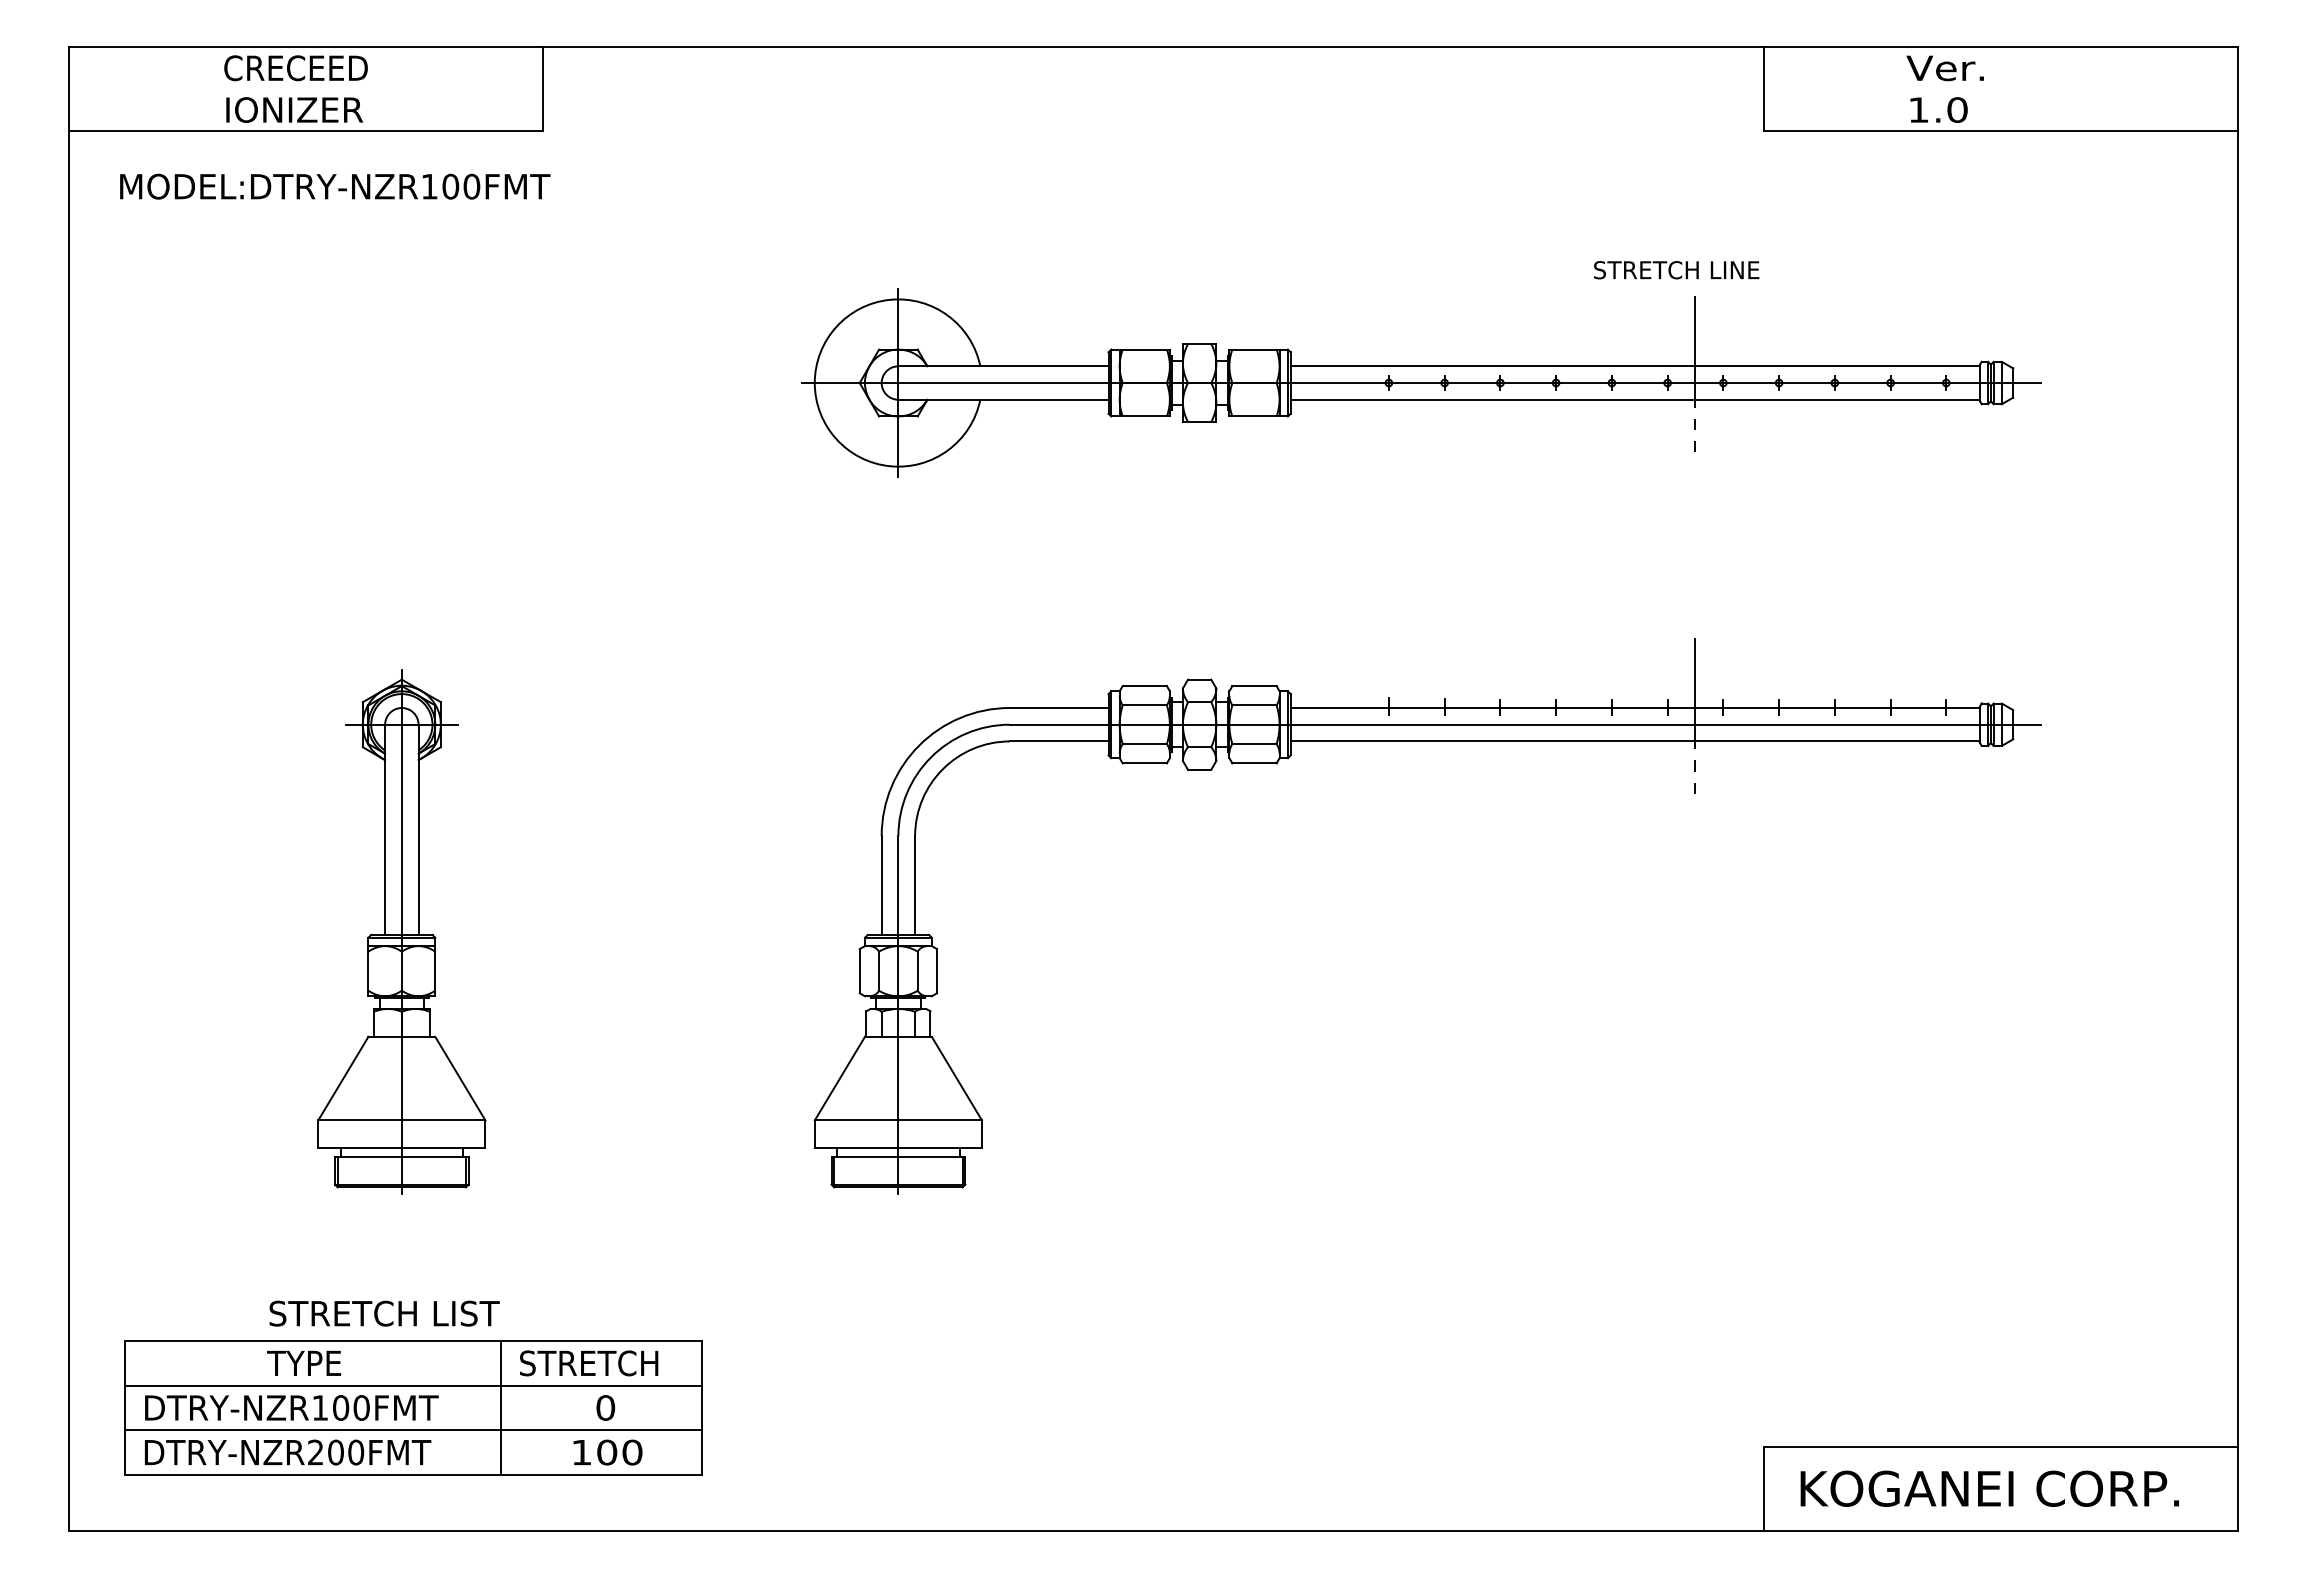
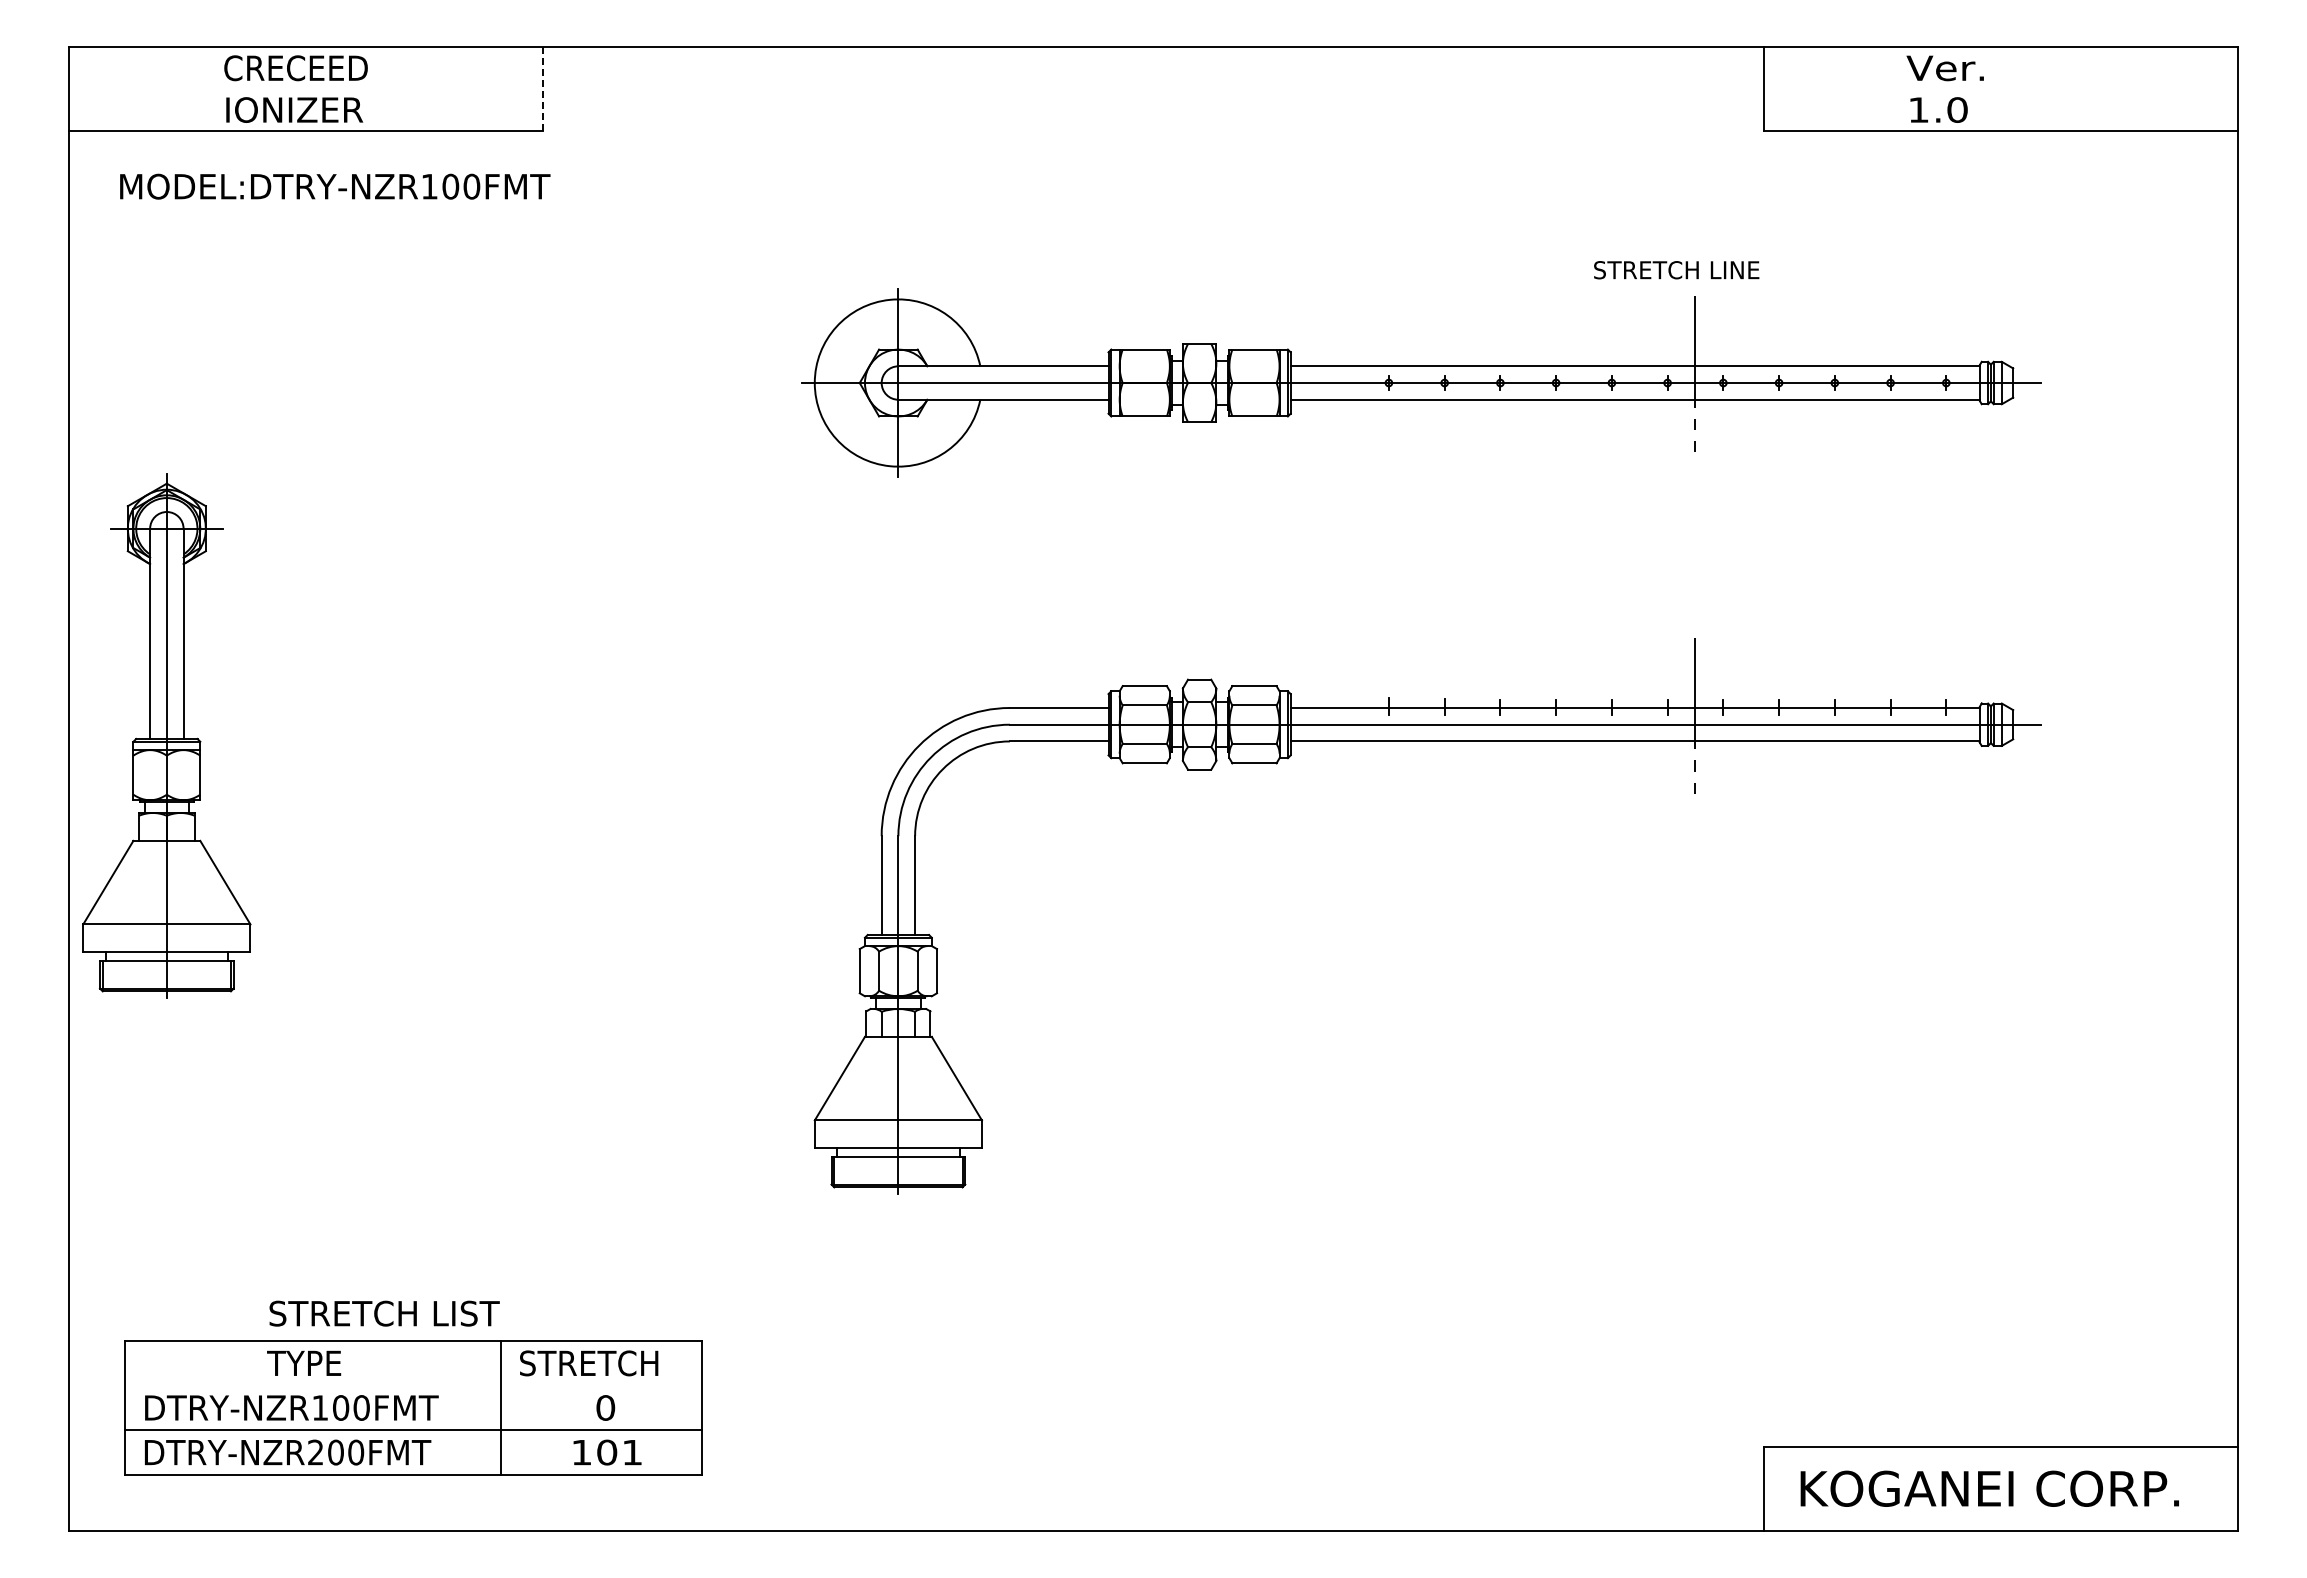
line at (543, 89): solid -> dashed
part at (401, 931) position: (401, 931) -> (166, 735)
line at (412, 1385): present -> none
text at (632, 1452): 100 -> 101
